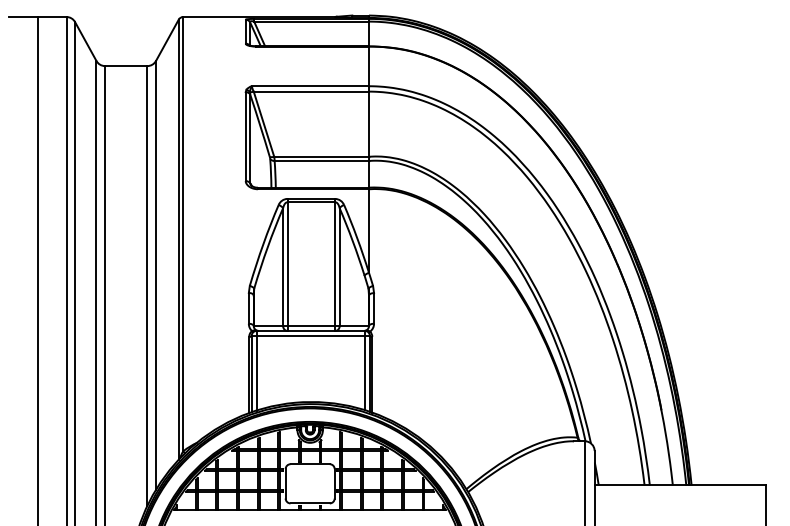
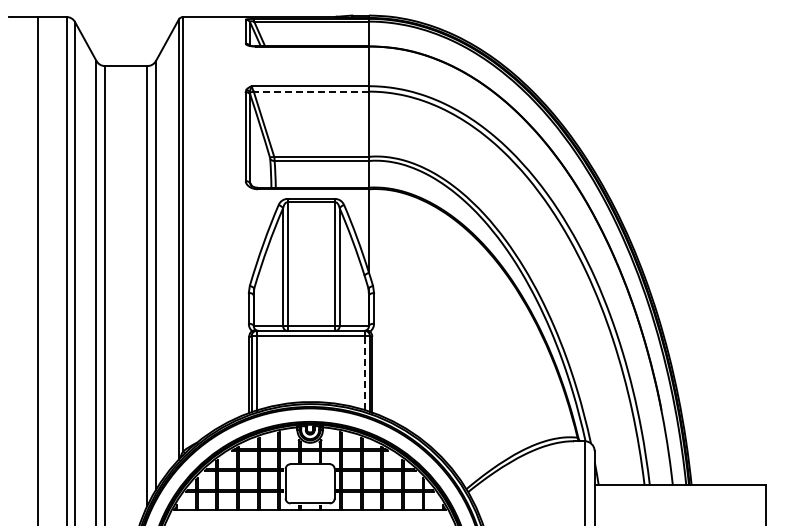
line at (311, 91): solid -> dashed
line at (364, 372): solid -> dashed
